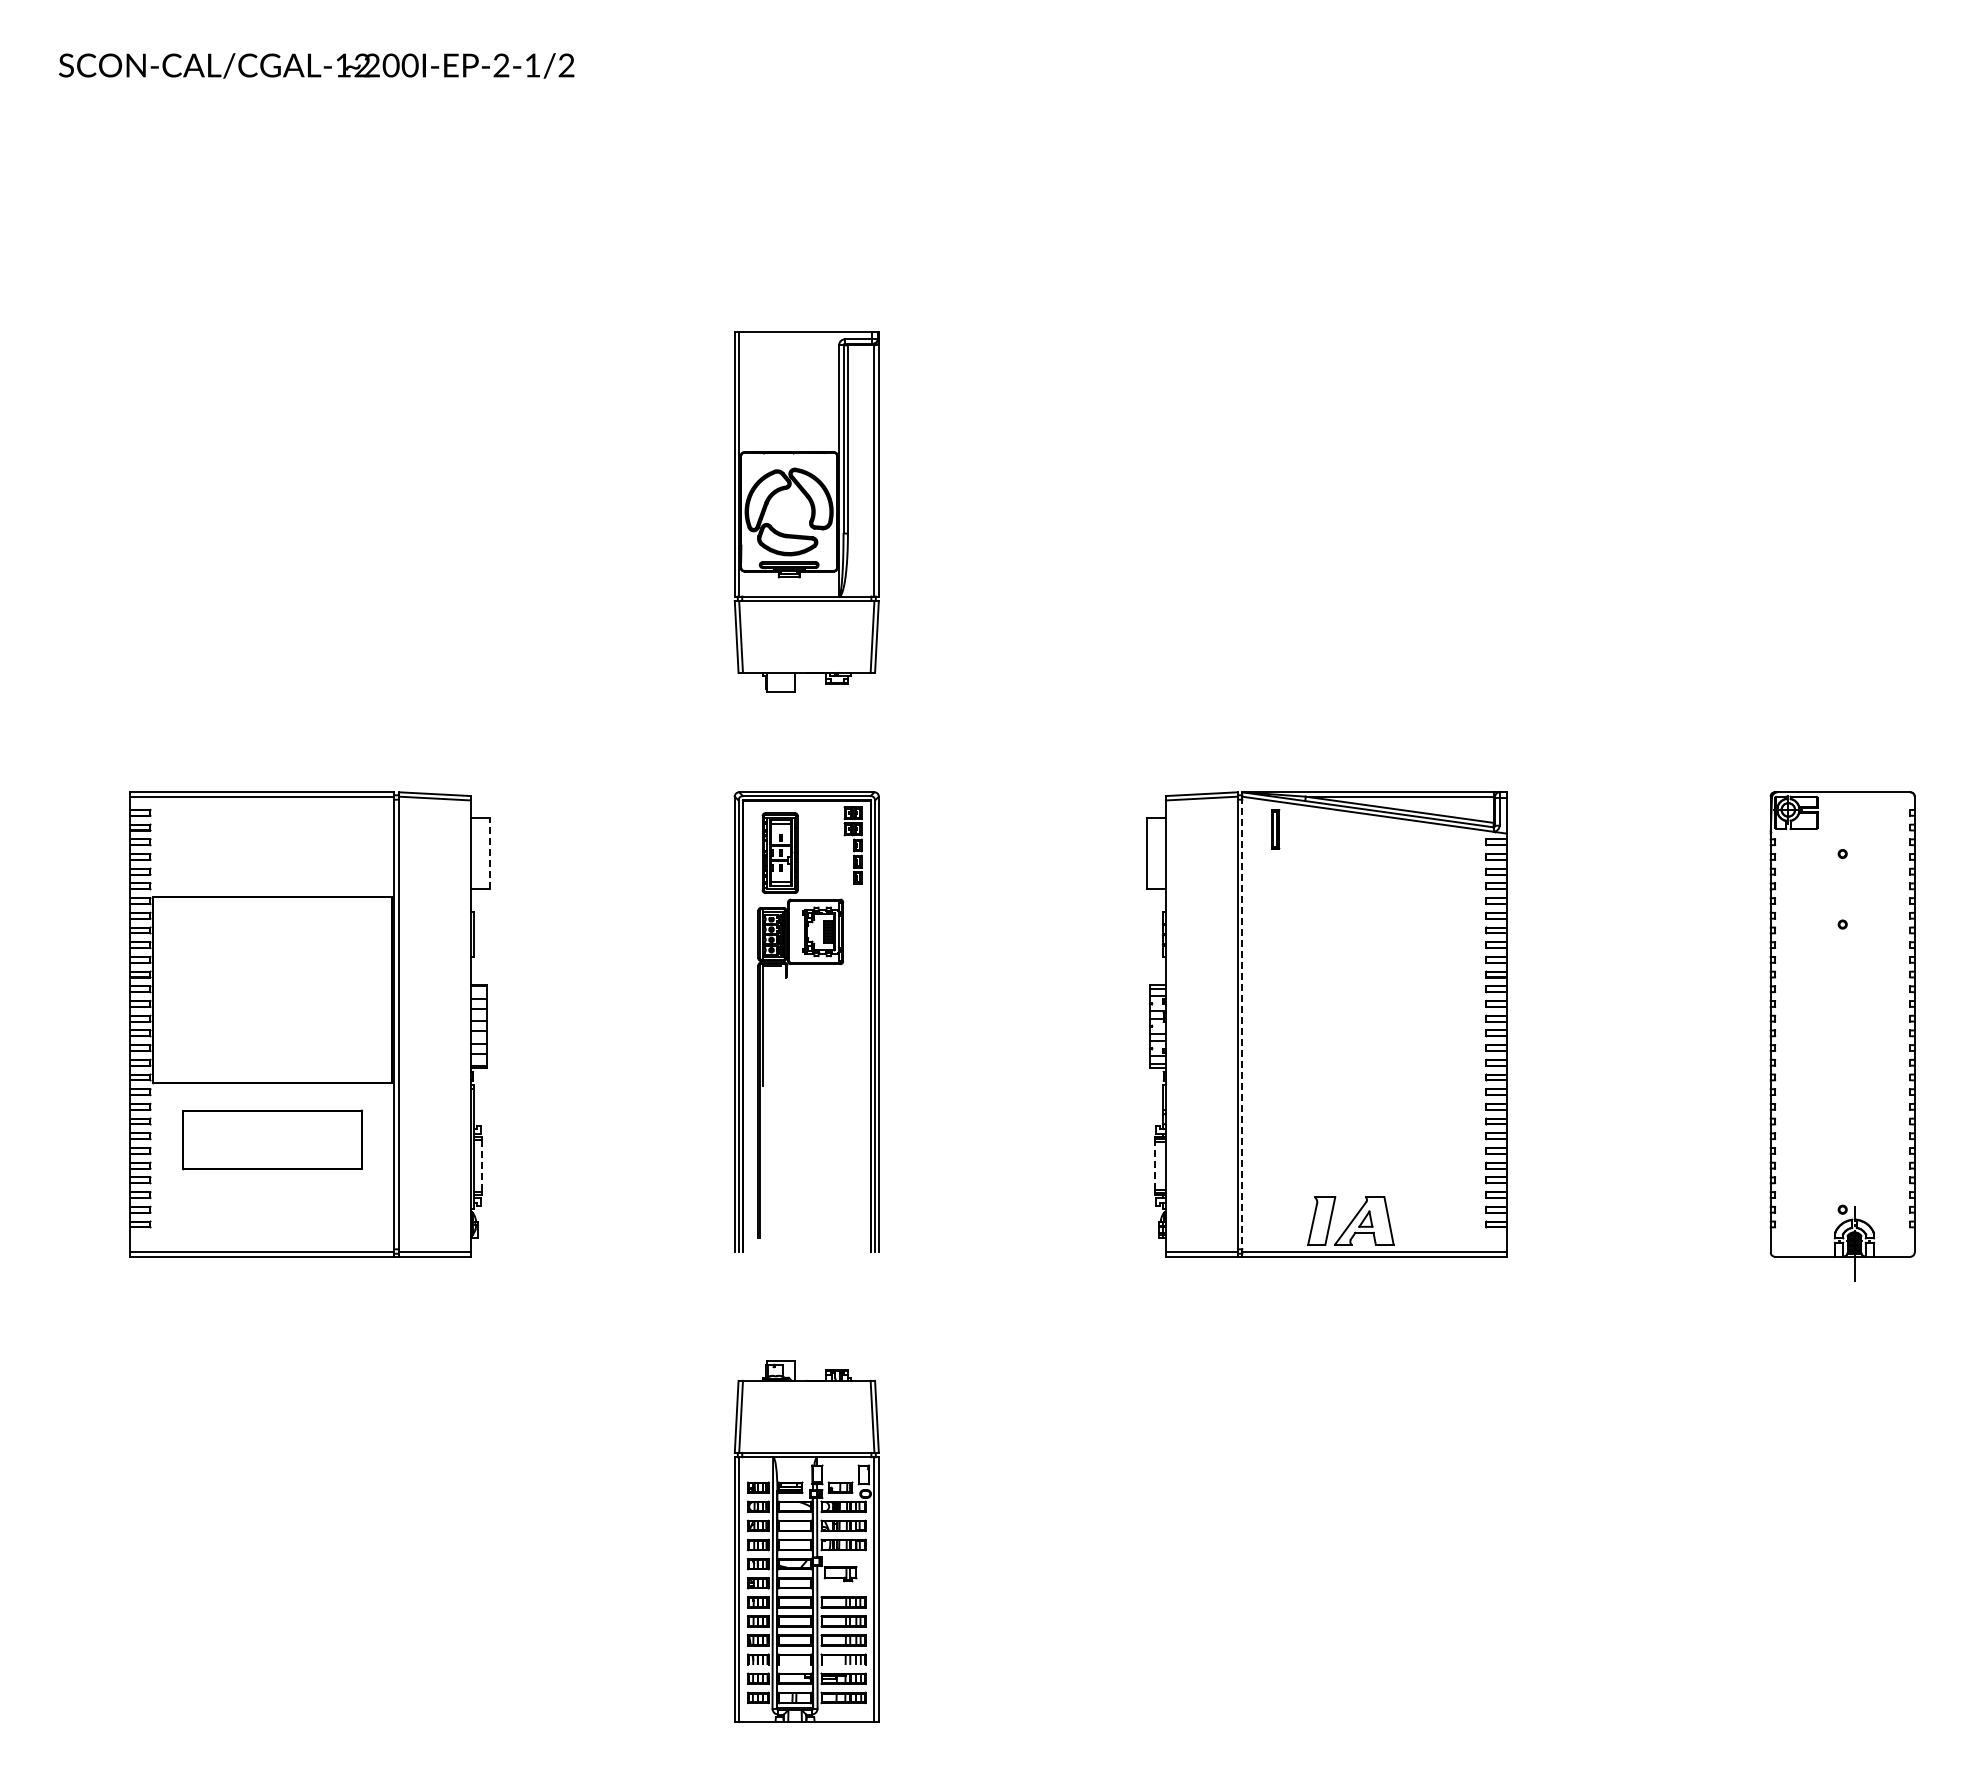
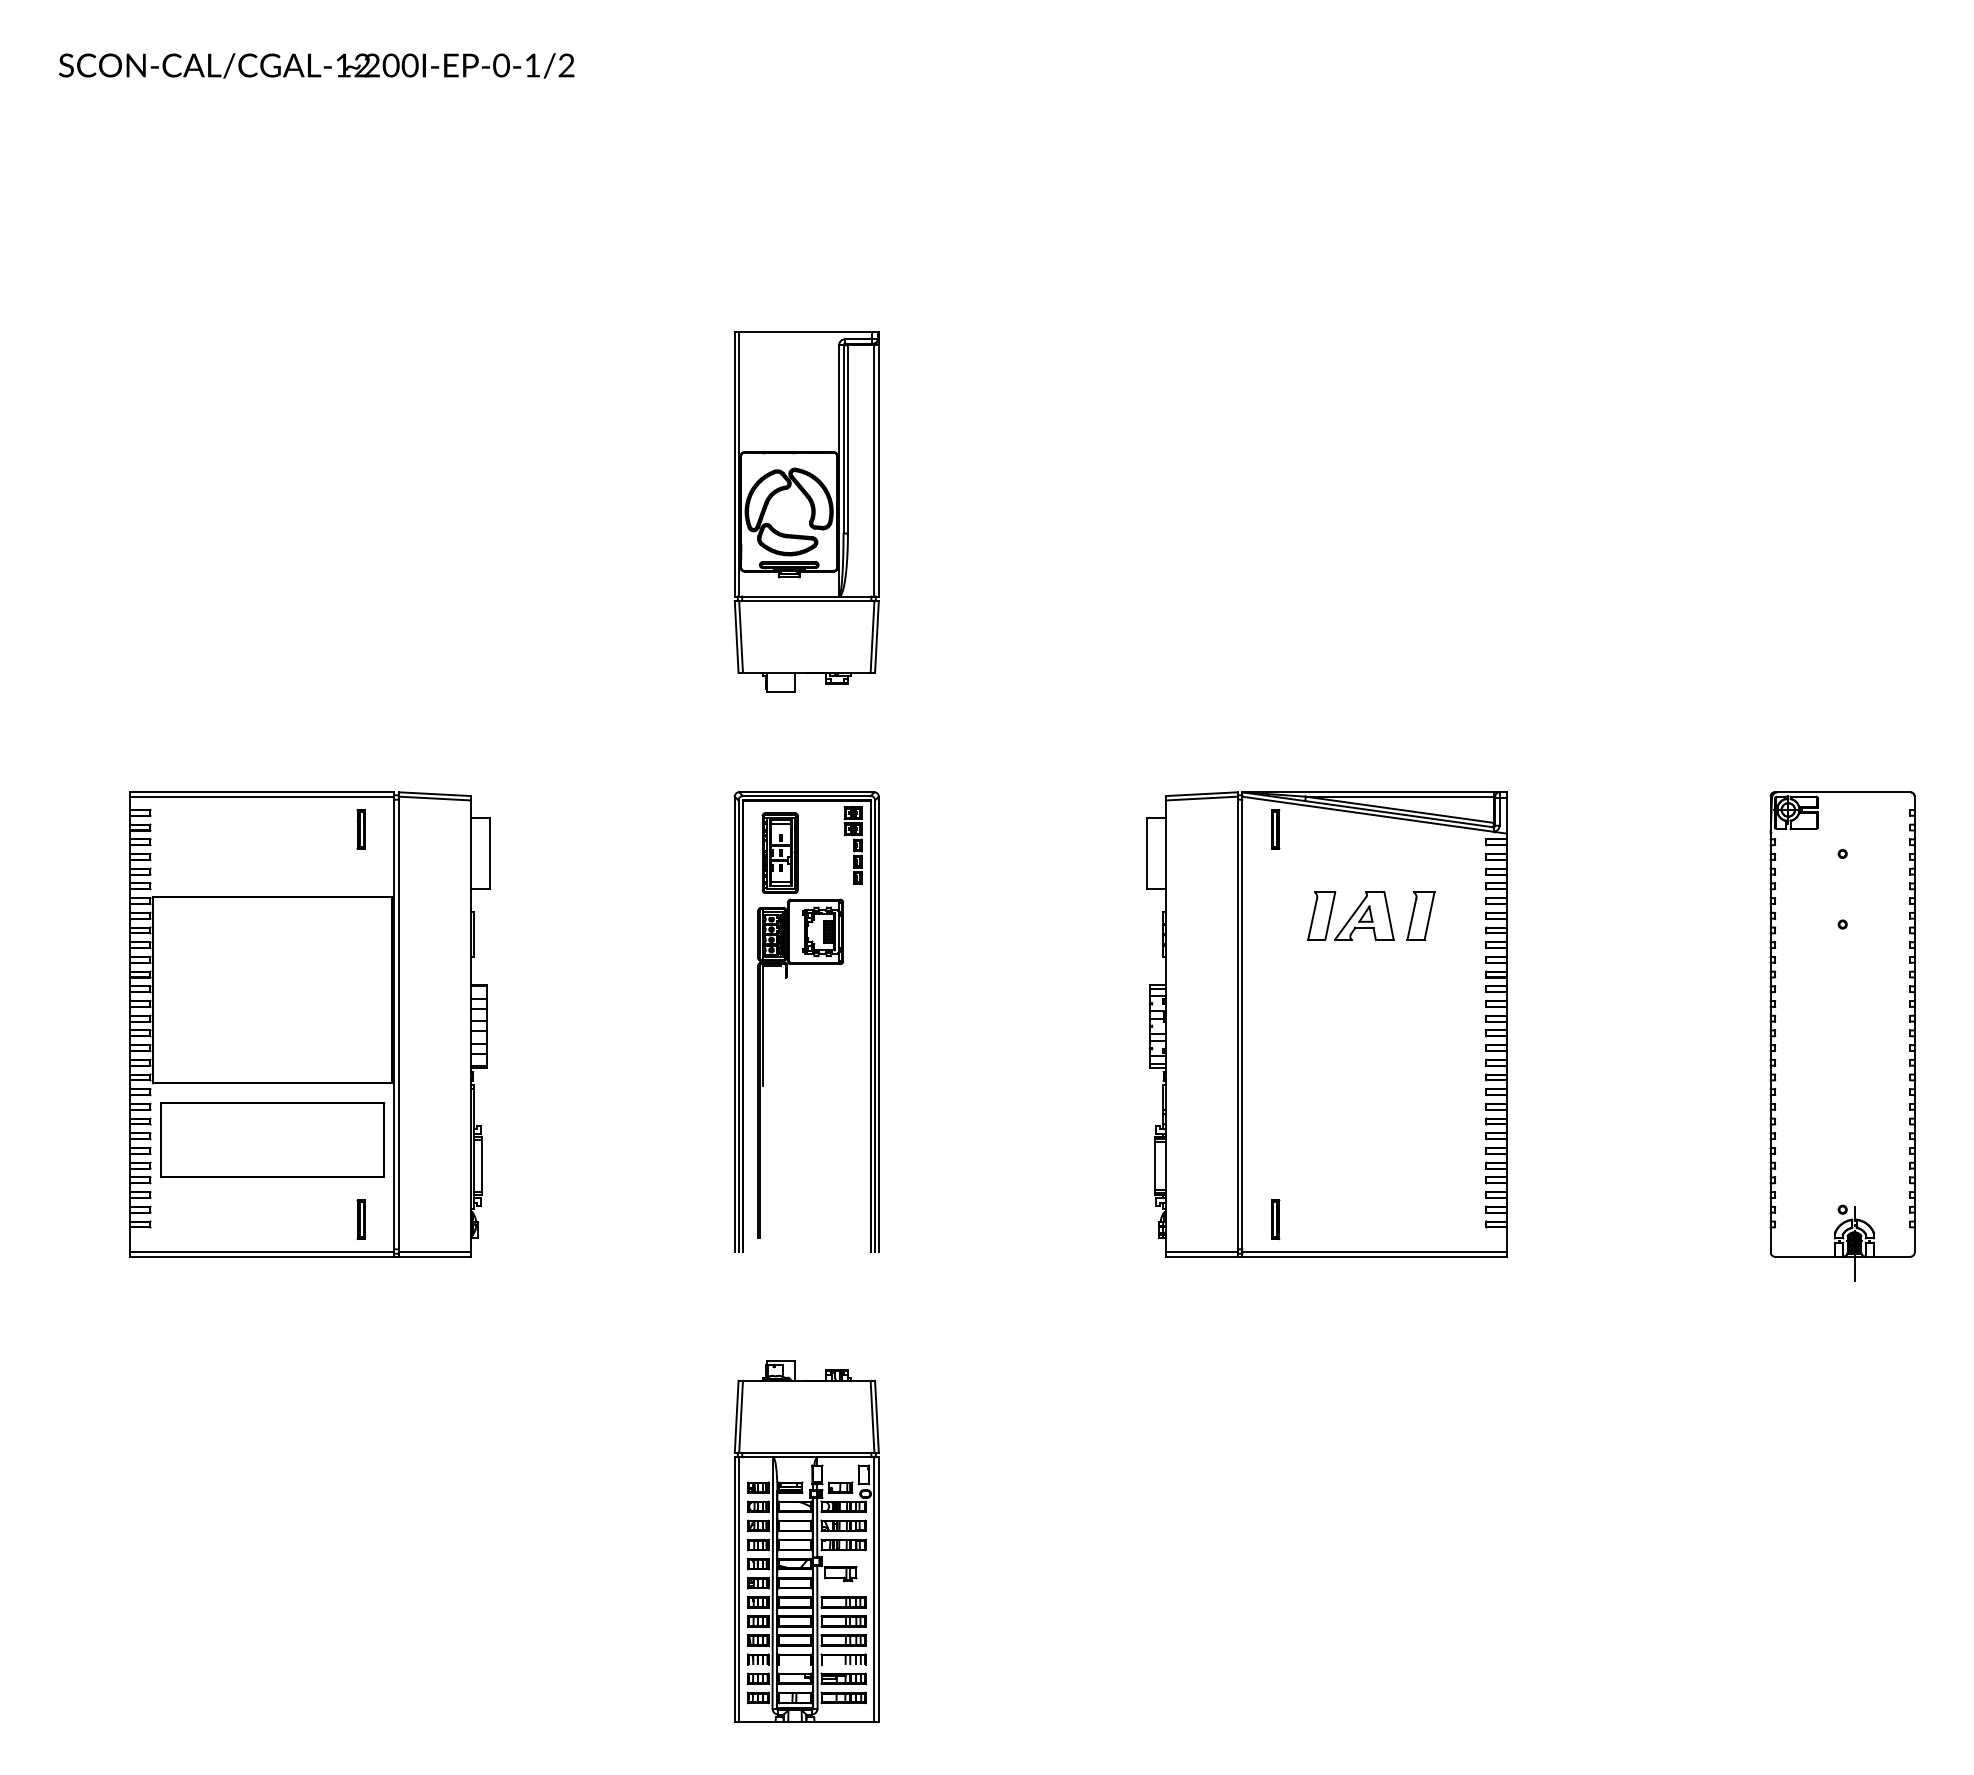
text at (501, 65): ~200I-EP-2-1/2 -> ~200I-EP-0-1/2
part at (360, 829): none -> present
line at (490, 853): dashed -> solid
part at (1420, 915): none -> present
line at (1242, 1024): dashed -> solid
part at (272, 1139) size: 182x62 px -> 226x77 px
line at (1155, 1165): dashed -> solid
line at (481, 1166): dashed -> solid
part at (360, 1219): none -> present
part at (1275, 1219): none -> present
part at (1350, 1220) position: (1350, 1220) -> (1350, 915)
